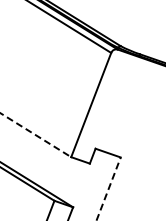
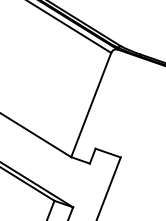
line at (36, 135): dashed -> solid
line at (108, 189): dashed -> solid
